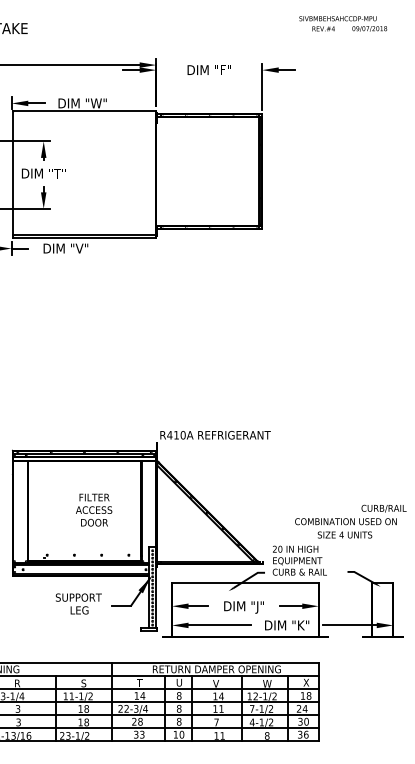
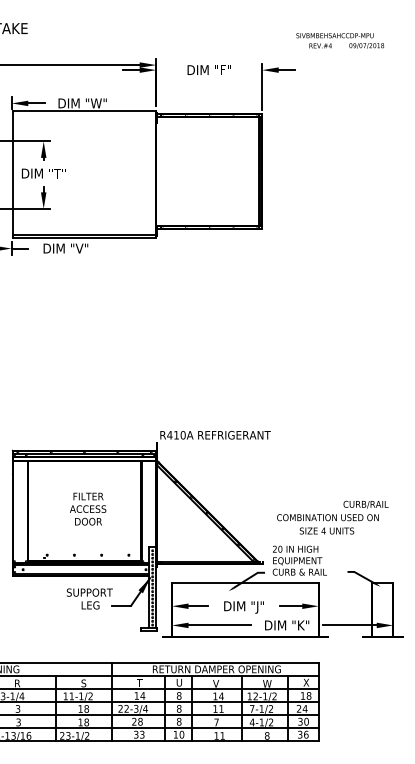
text at (343, 23) position: (343, 23) -> (340, 40)
text at (94, 509) position: (94, 509) -> (88, 508)
text at (350, 521) position: (350, 521) -> (332, 517)
text at (78, 603) position: (78, 603) -> (89, 598)
